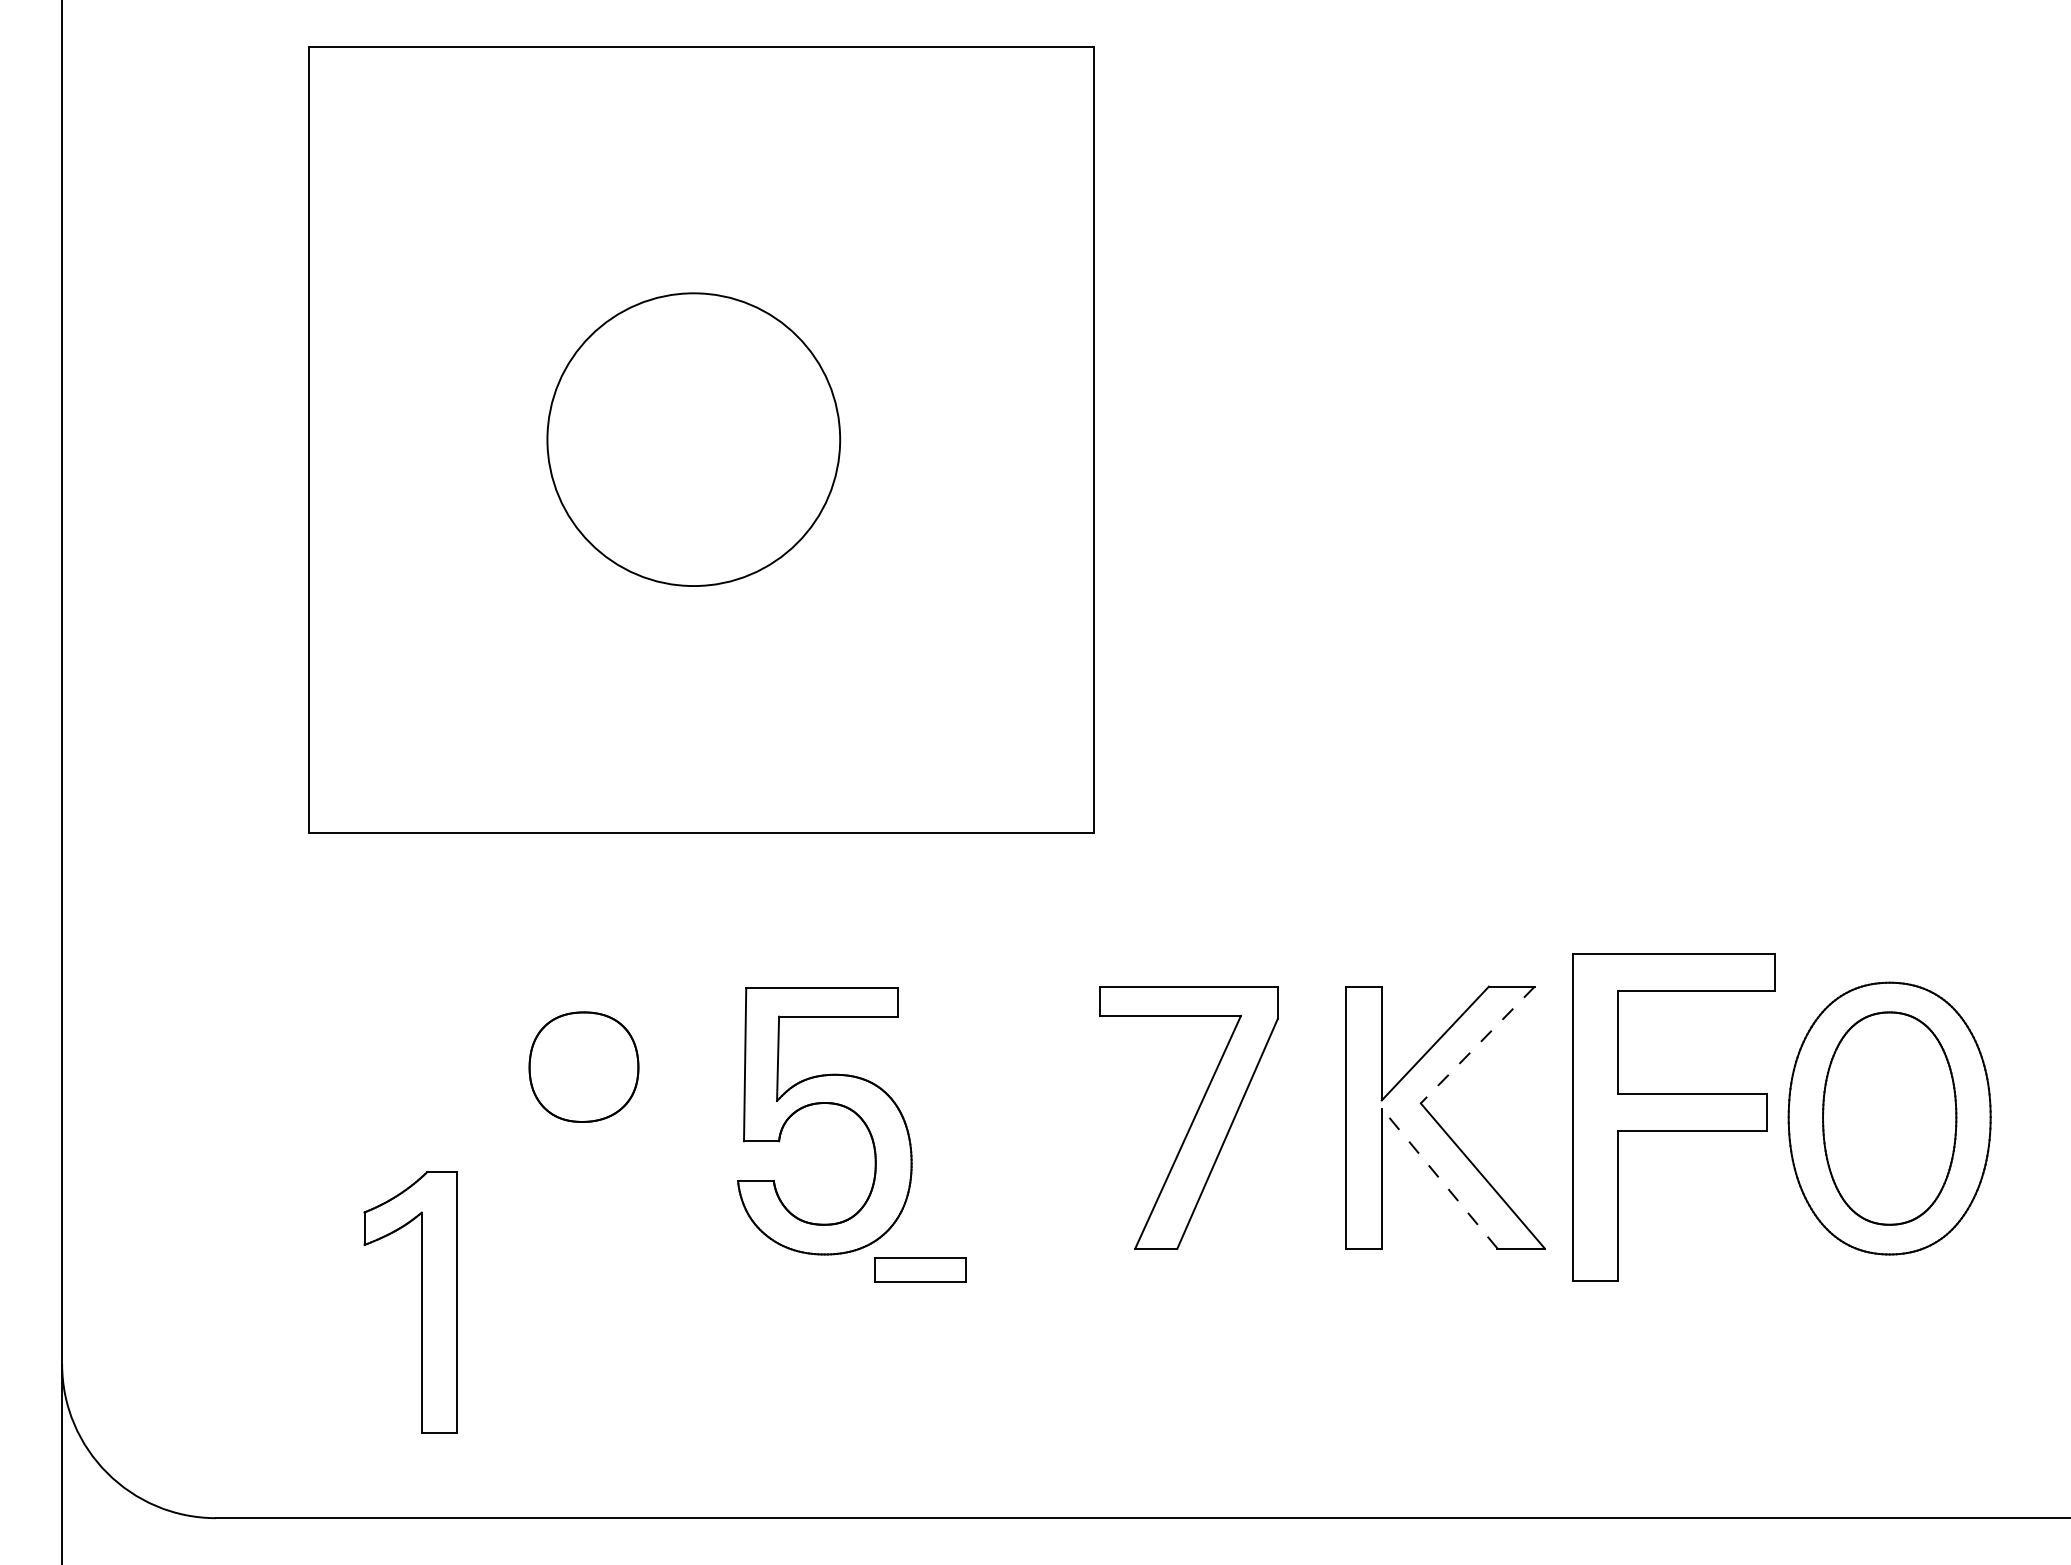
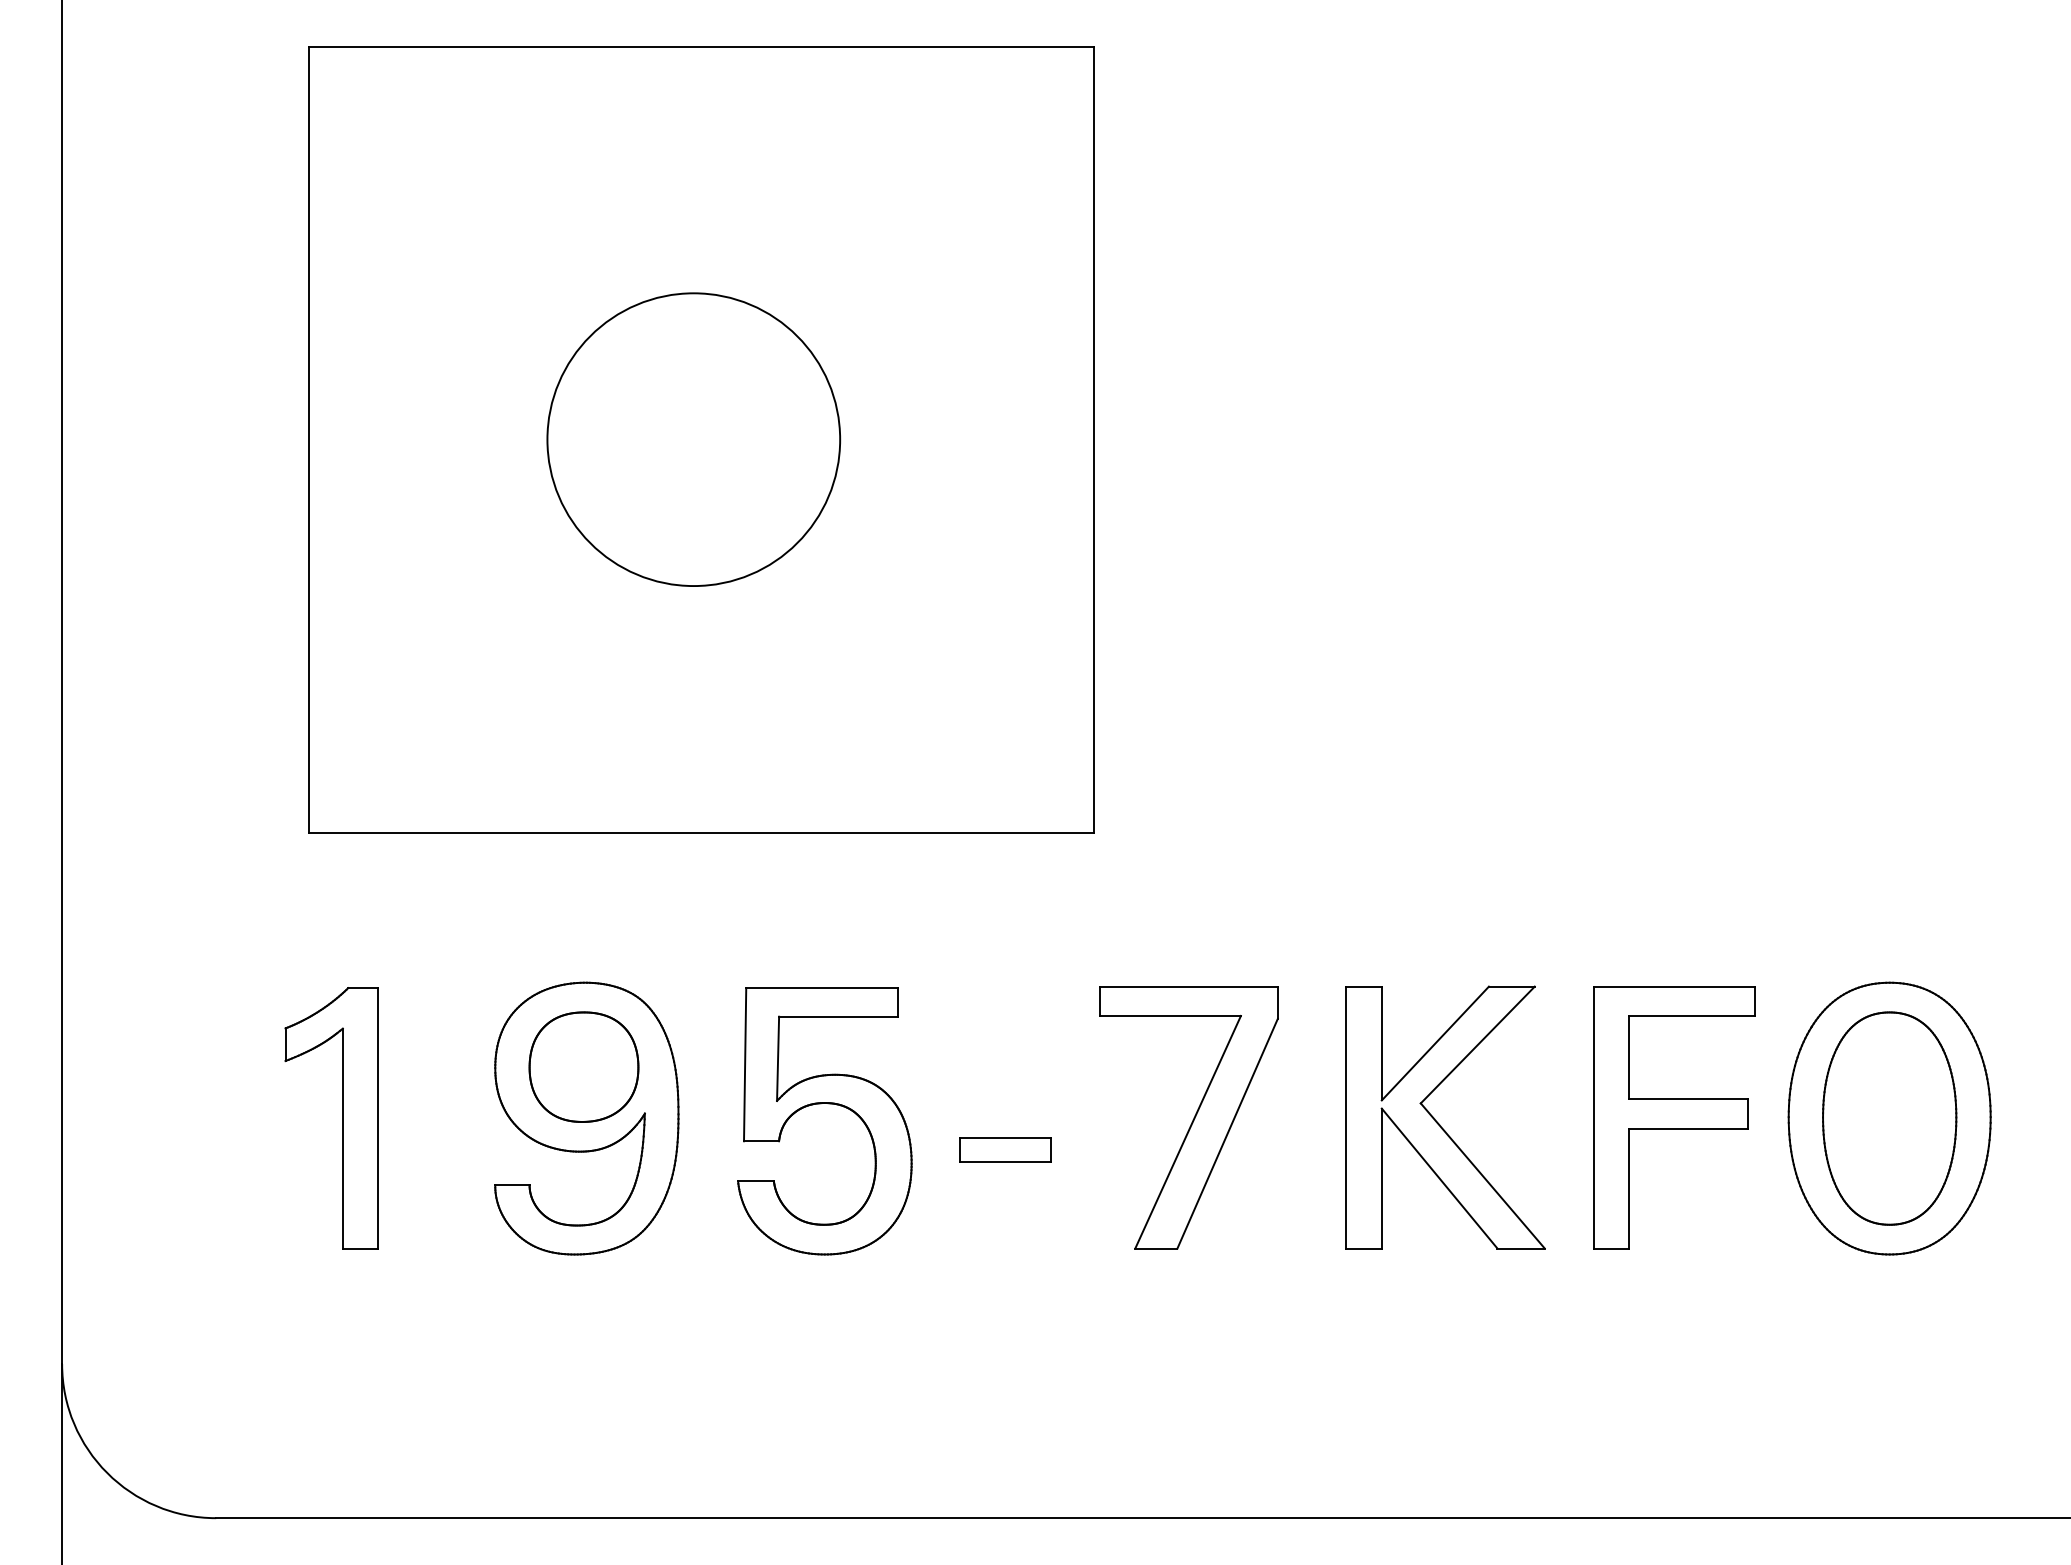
line at (1477, 1045): dashed -> solid
part at (1673, 1117) size: 204x329 px -> 163x264 px
part at (586, 1118): none -> present
line at (1439, 1178): dashed -> solid
part at (920, 1269) position: (920, 1269) -> (1005, 1149)
part at (421, 1302) position: (421, 1302) -> (342, 1118)
